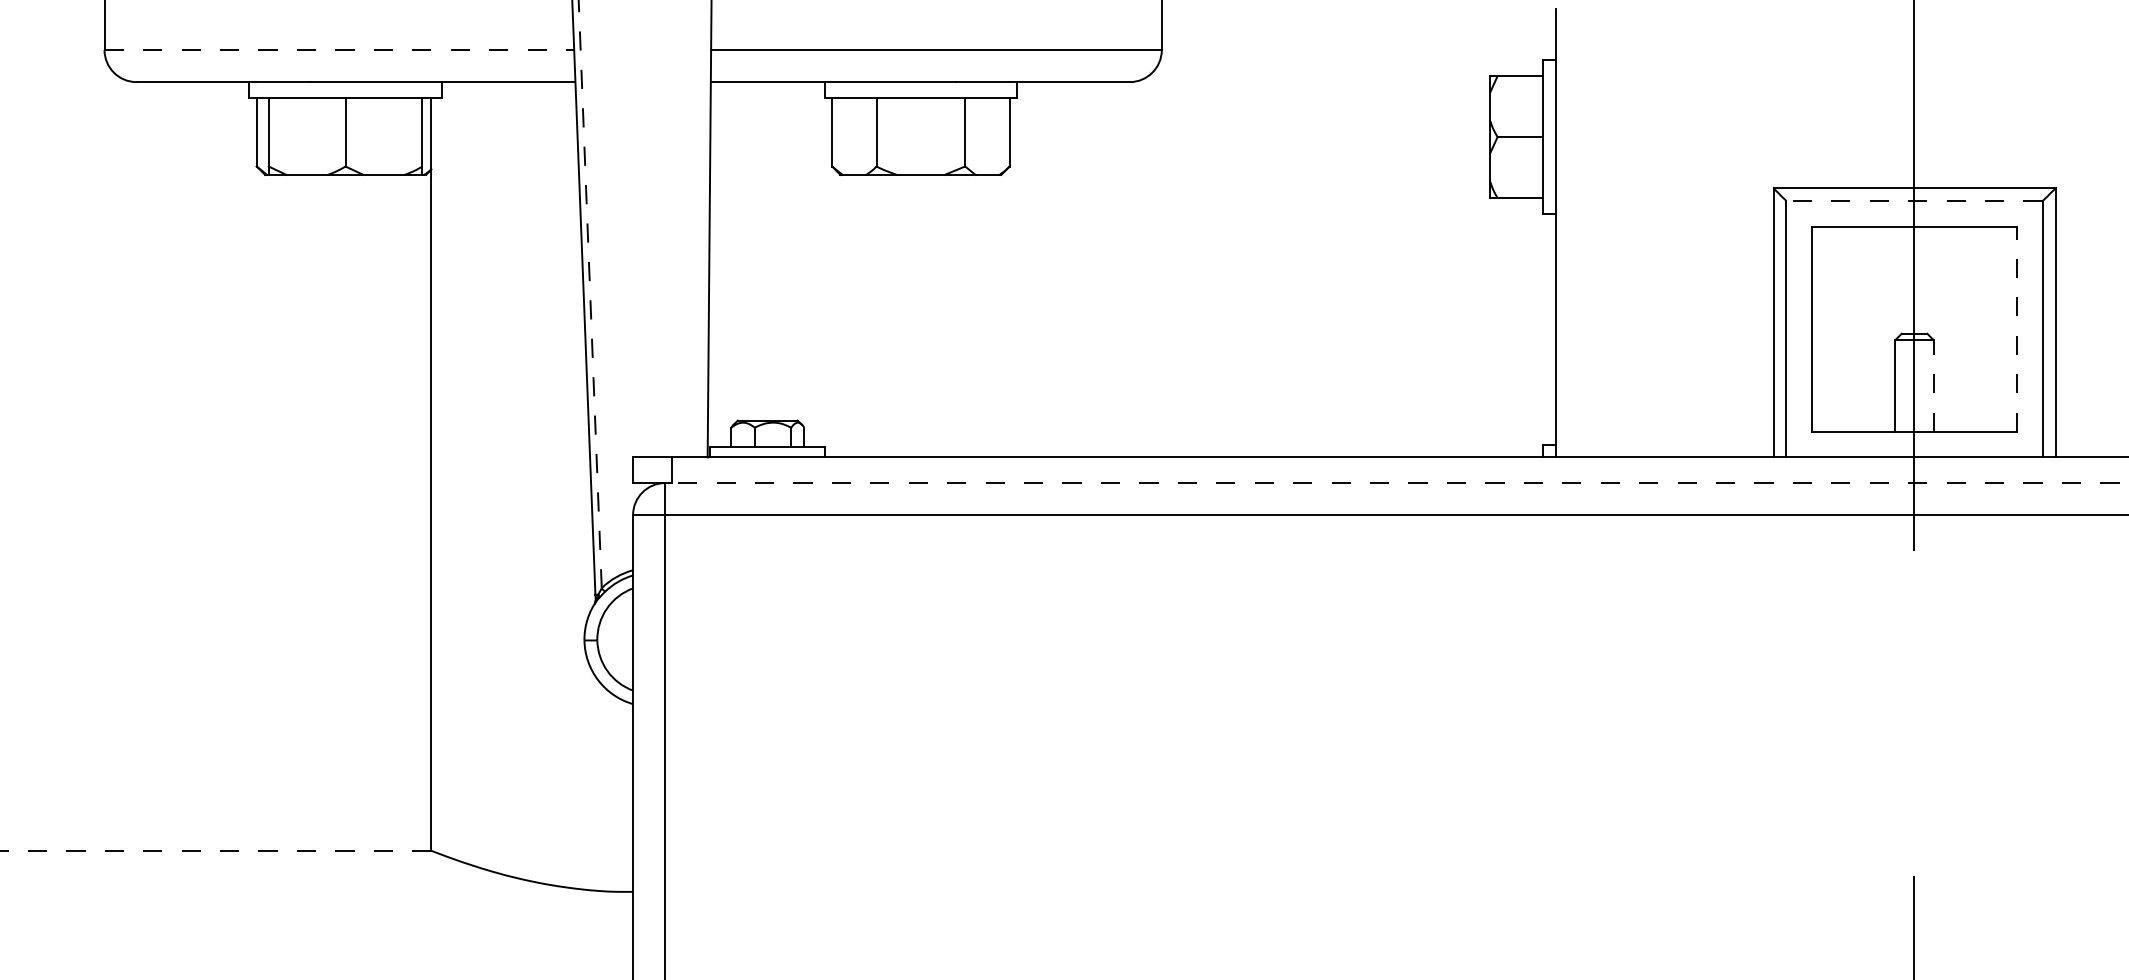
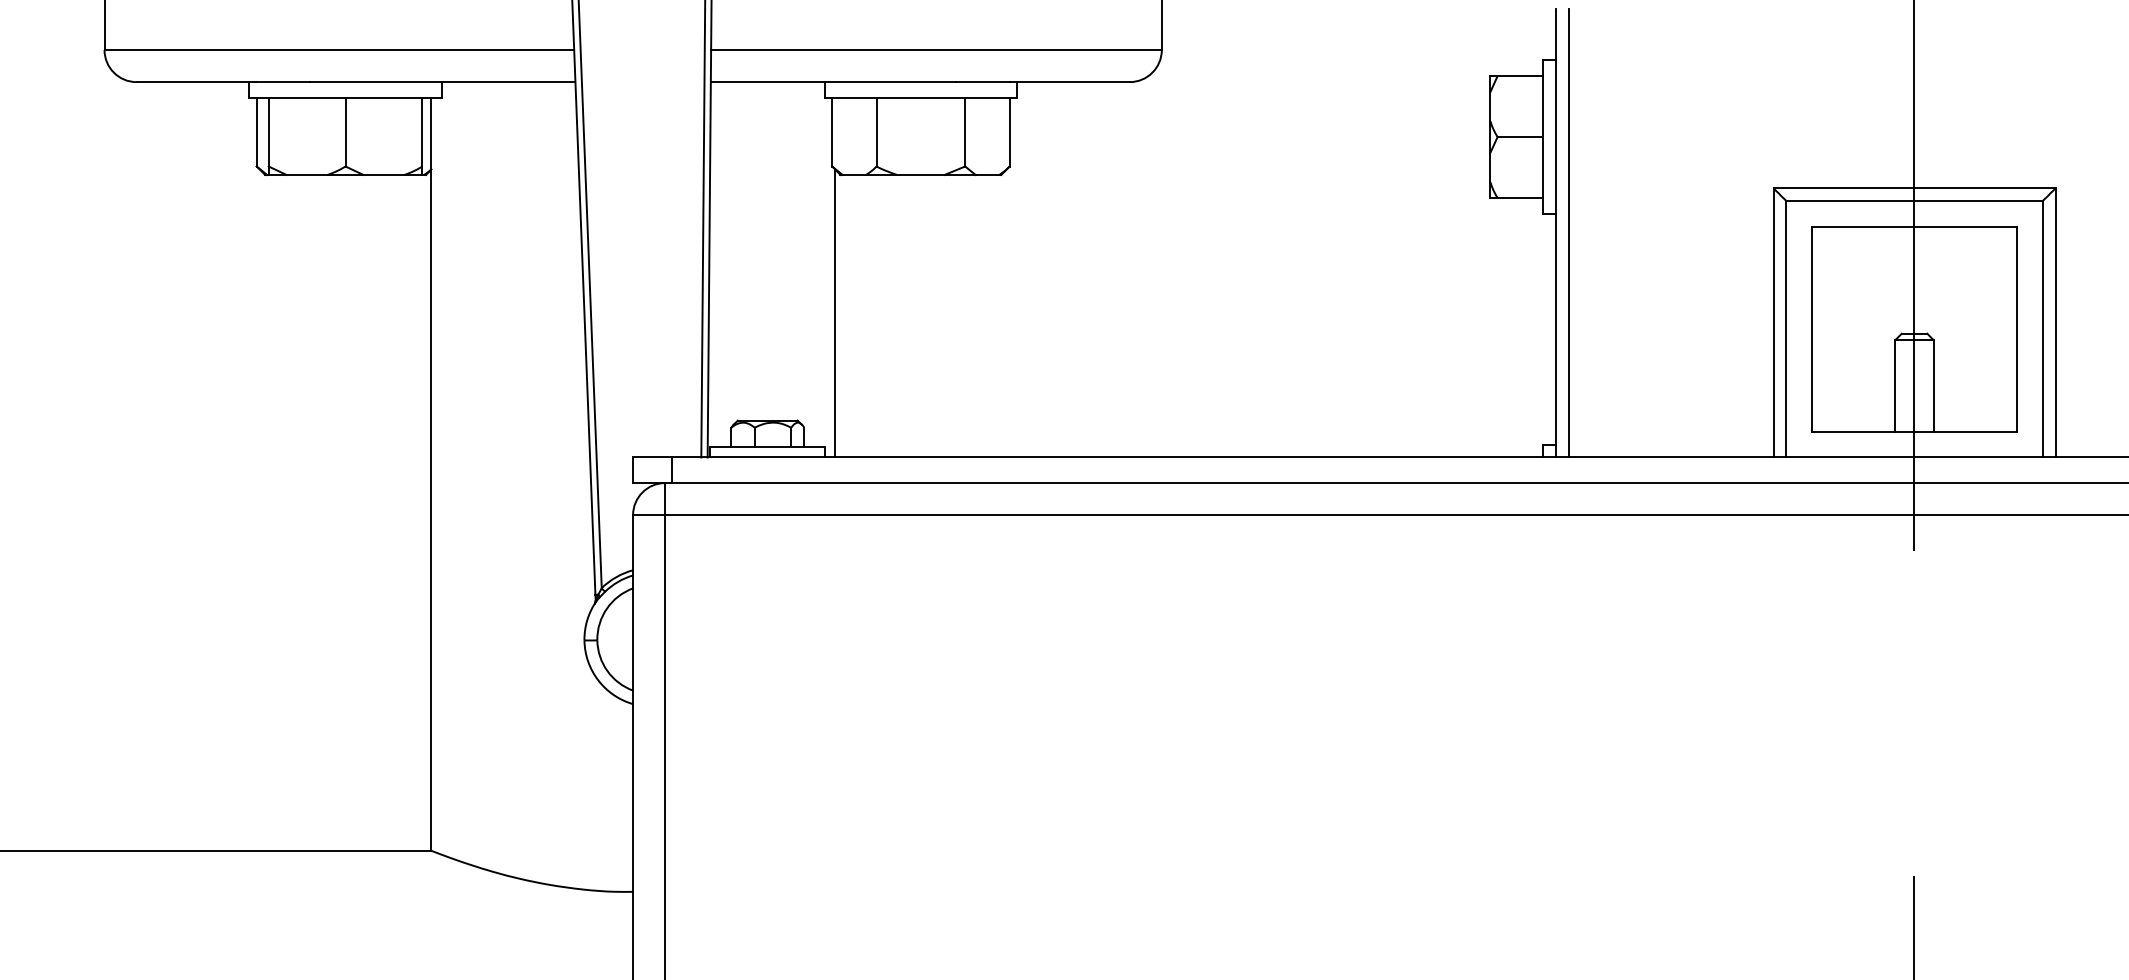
line at (339, 50): dashed -> solid
line at (1914, 201): dashed -> solid
line at (703, 229): none -> present
line at (1568, 232): none -> present
line at (590, 293): dashed -> solid
line at (835, 313): none -> present
line at (2017, 328): dashed -> solid
line at (1933, 385): dashed -> solid
line at (1399, 483): dashed -> solid
line at (215, 850): dashed -> solid
